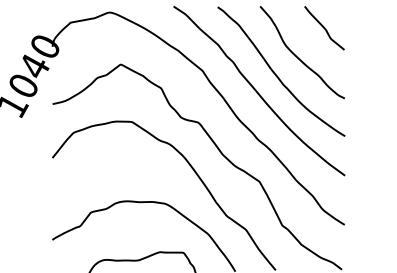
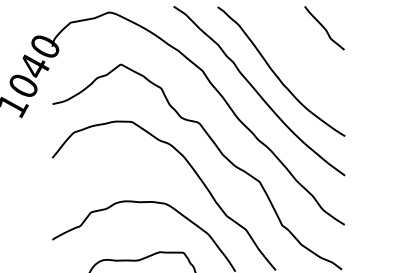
curve at (297, 56): present -> none
